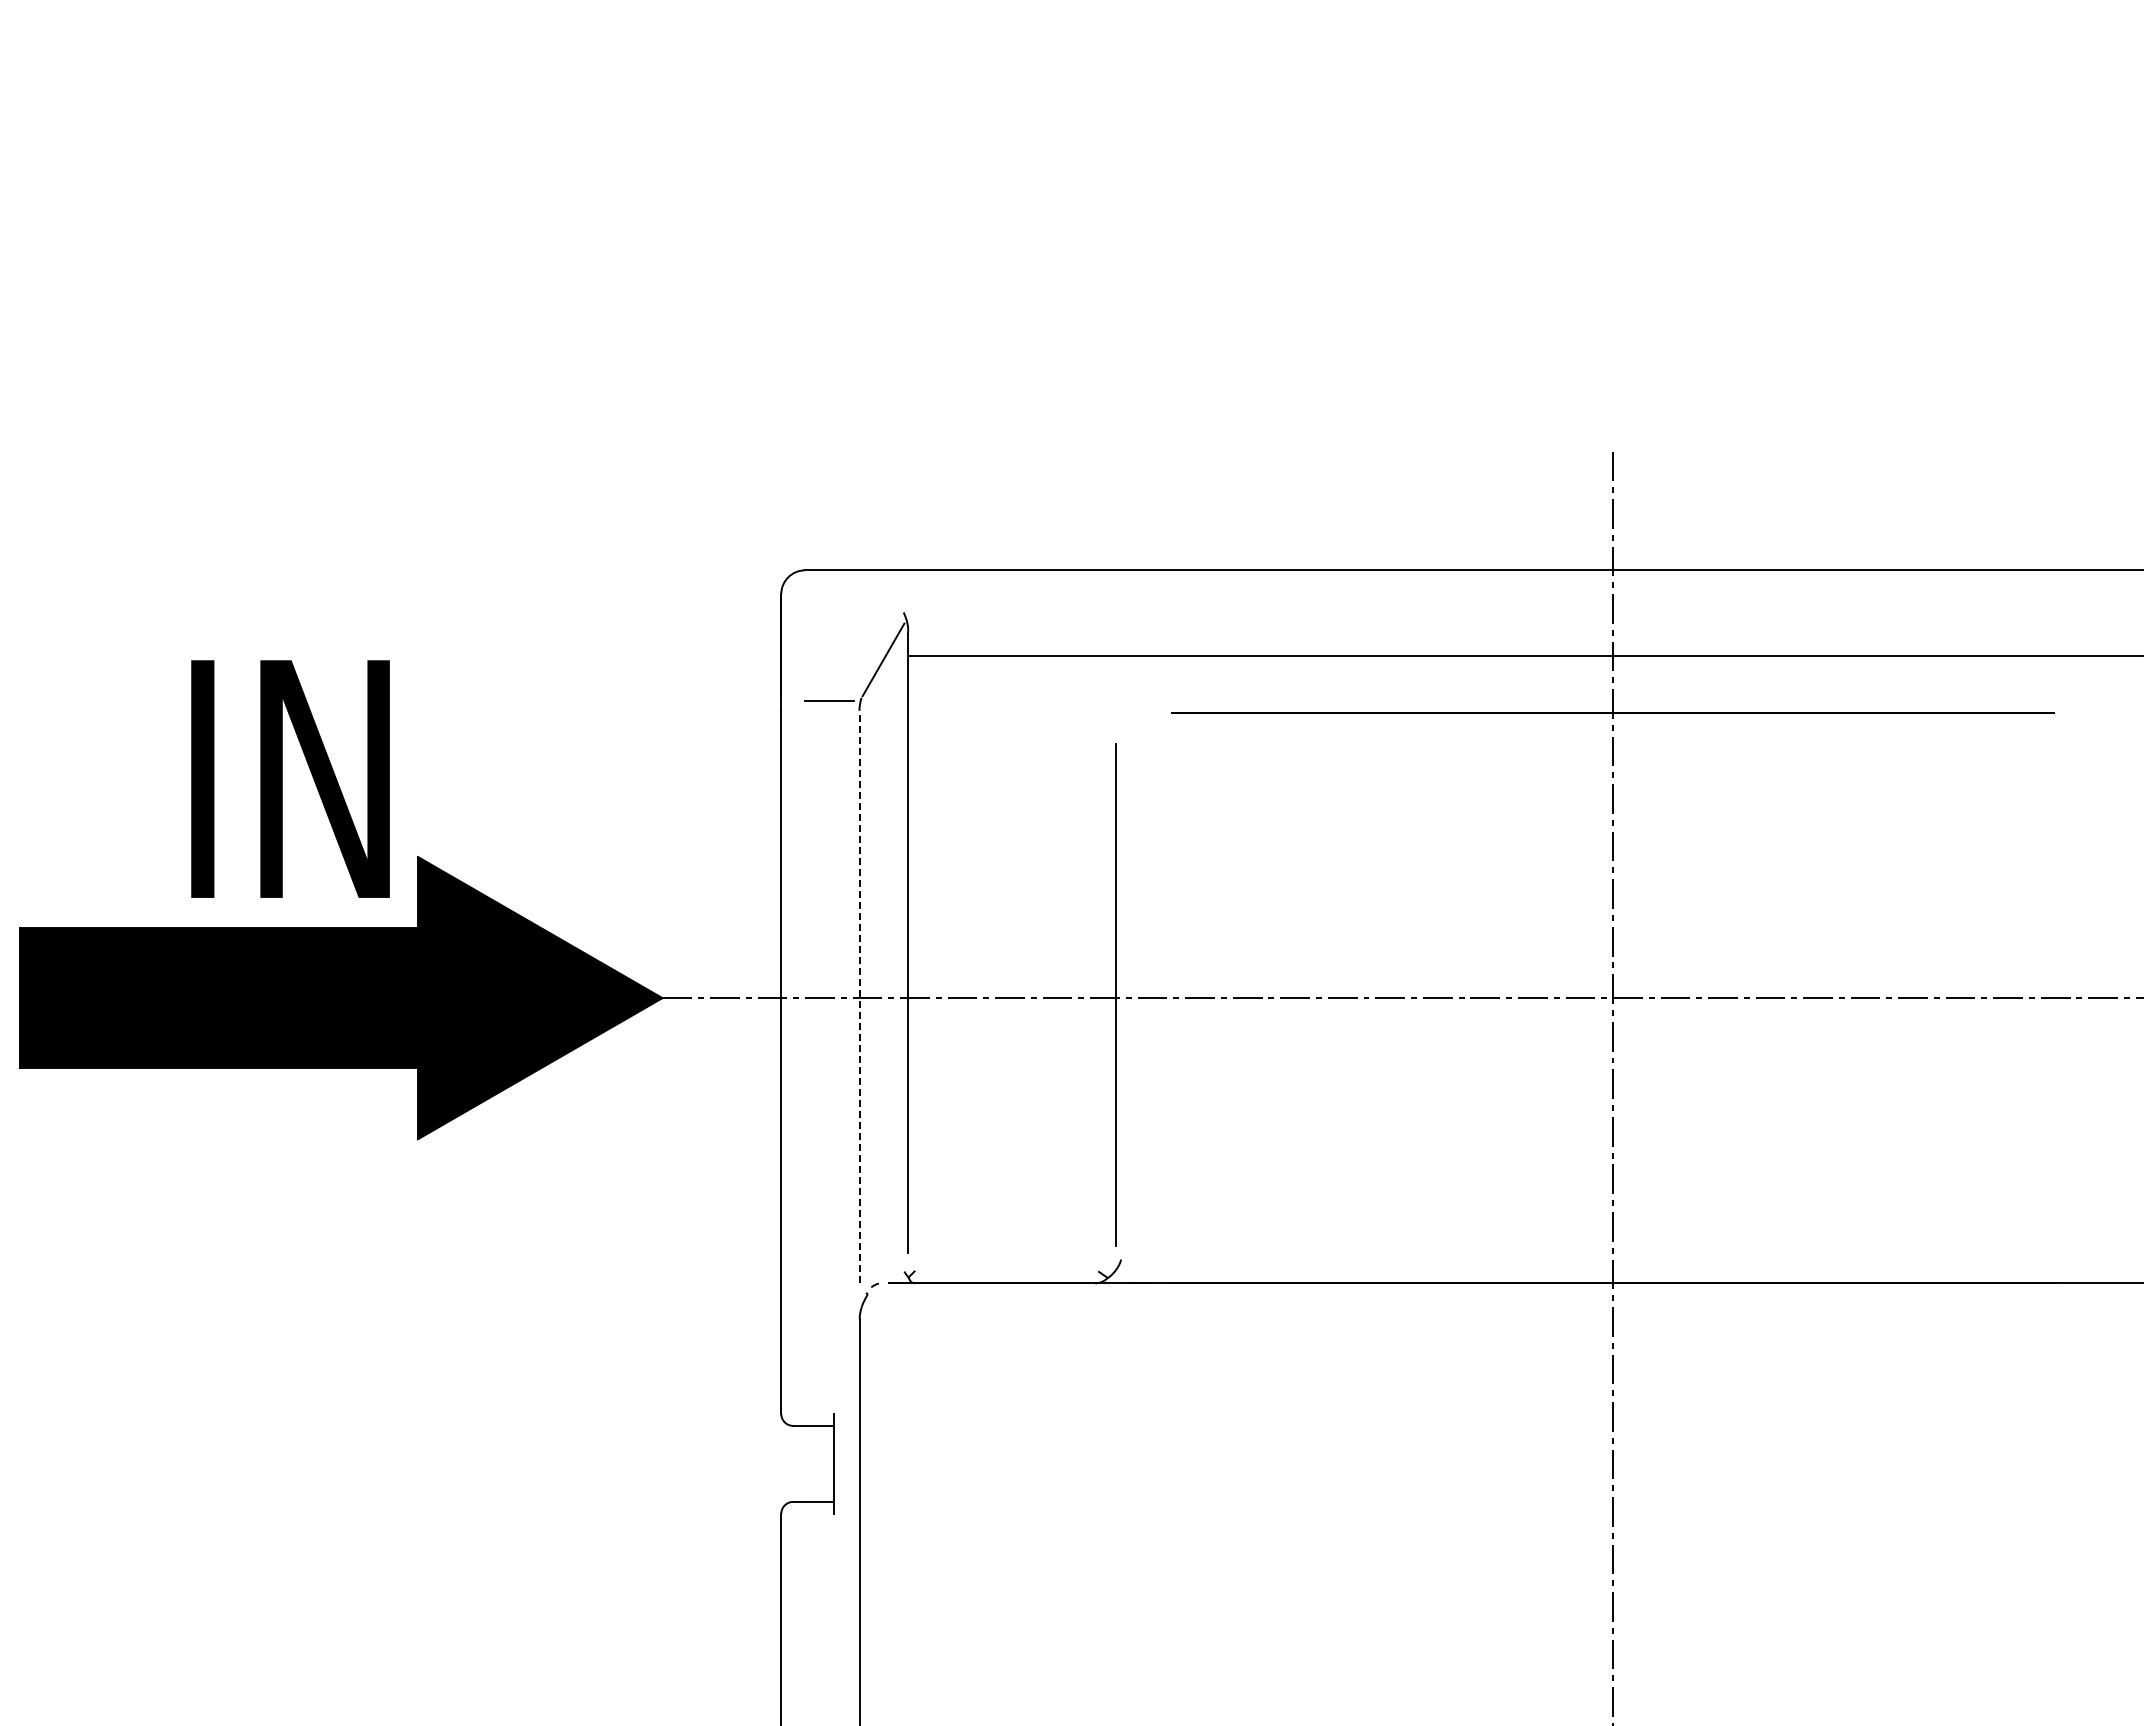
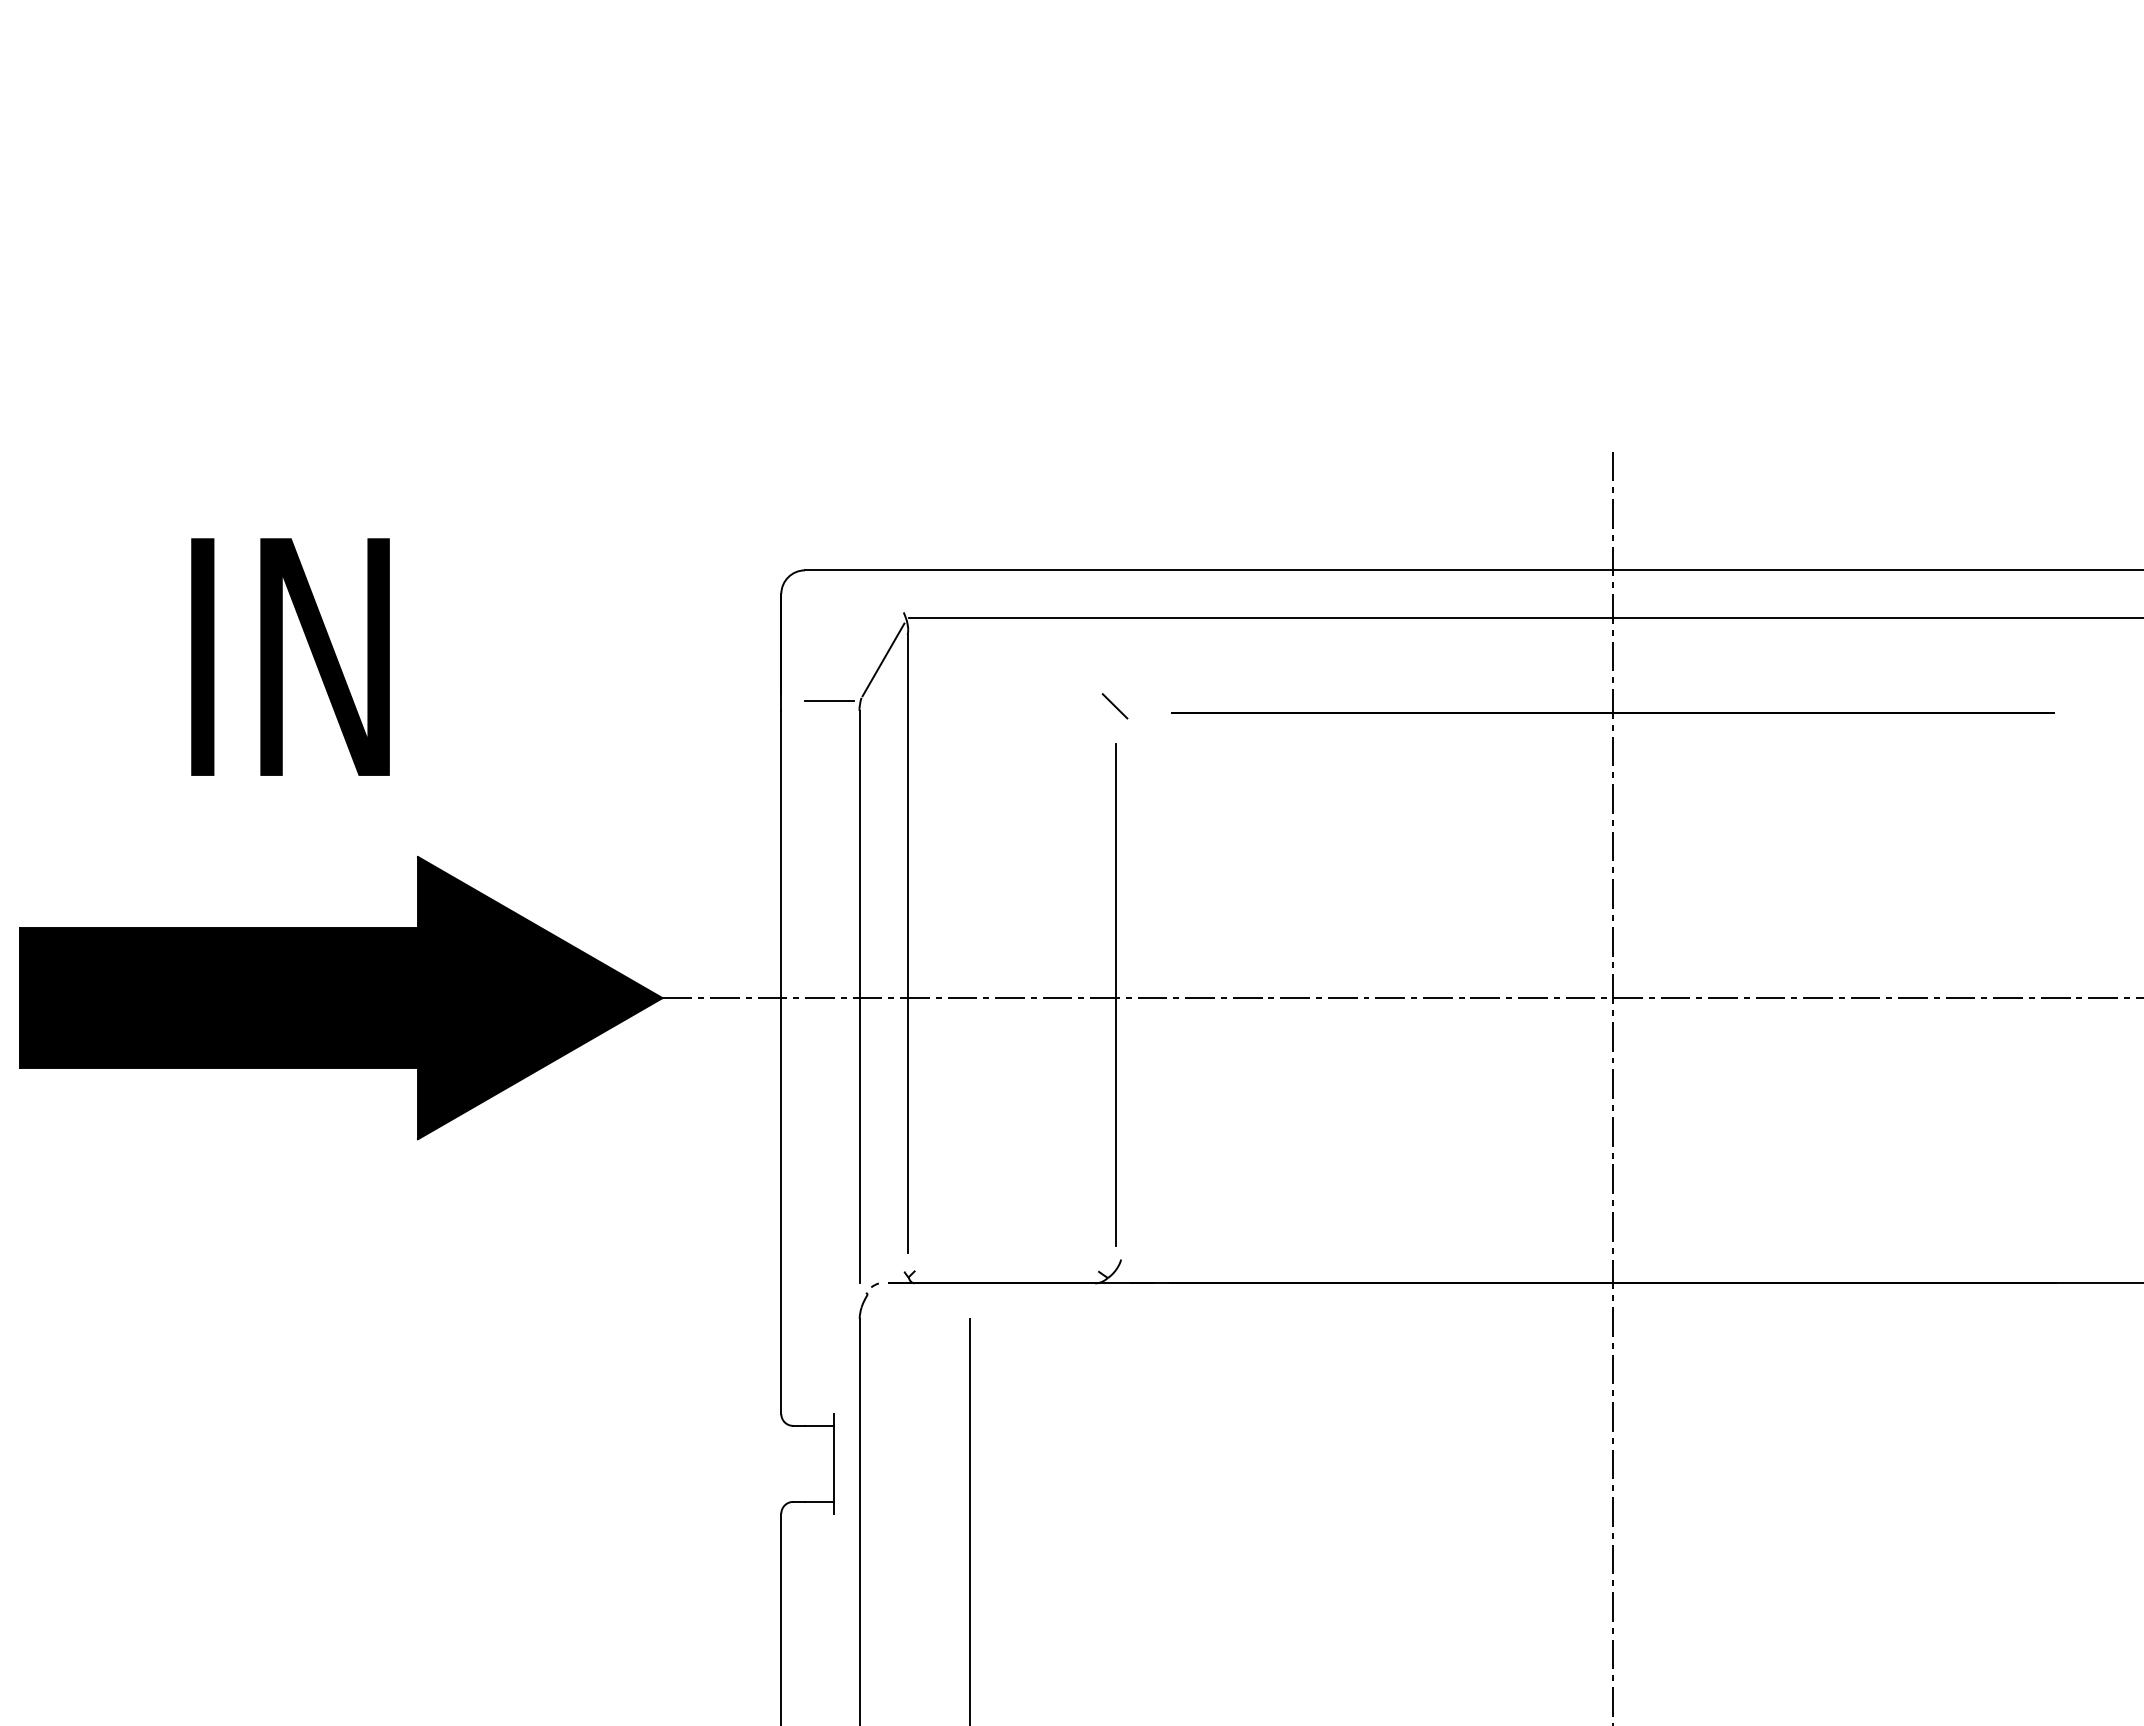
line at (1524, 655) position: (1524, 655) -> (1524, 617)
line at (1114, 706): none -> present
text at (290, 778) position: (290, 778) -> (290, 656)
line at (859, 996): dashed -> solid
line at (970, 1520): none -> present
